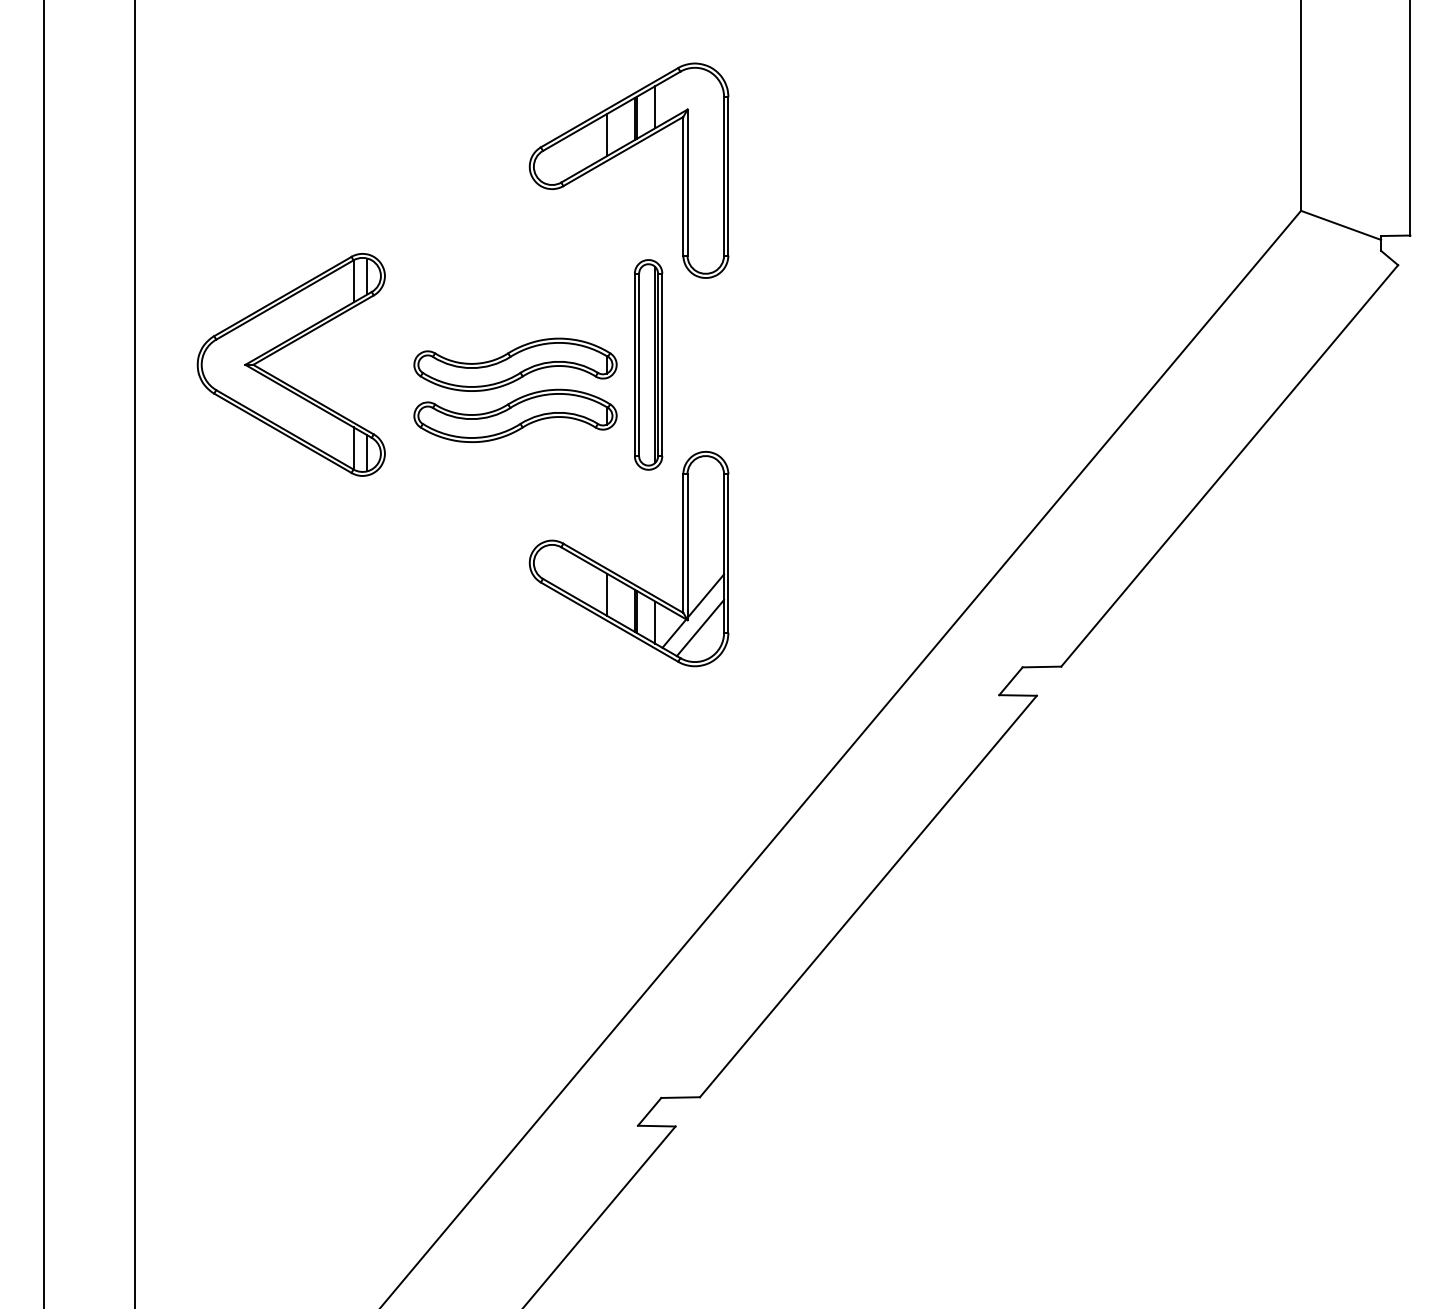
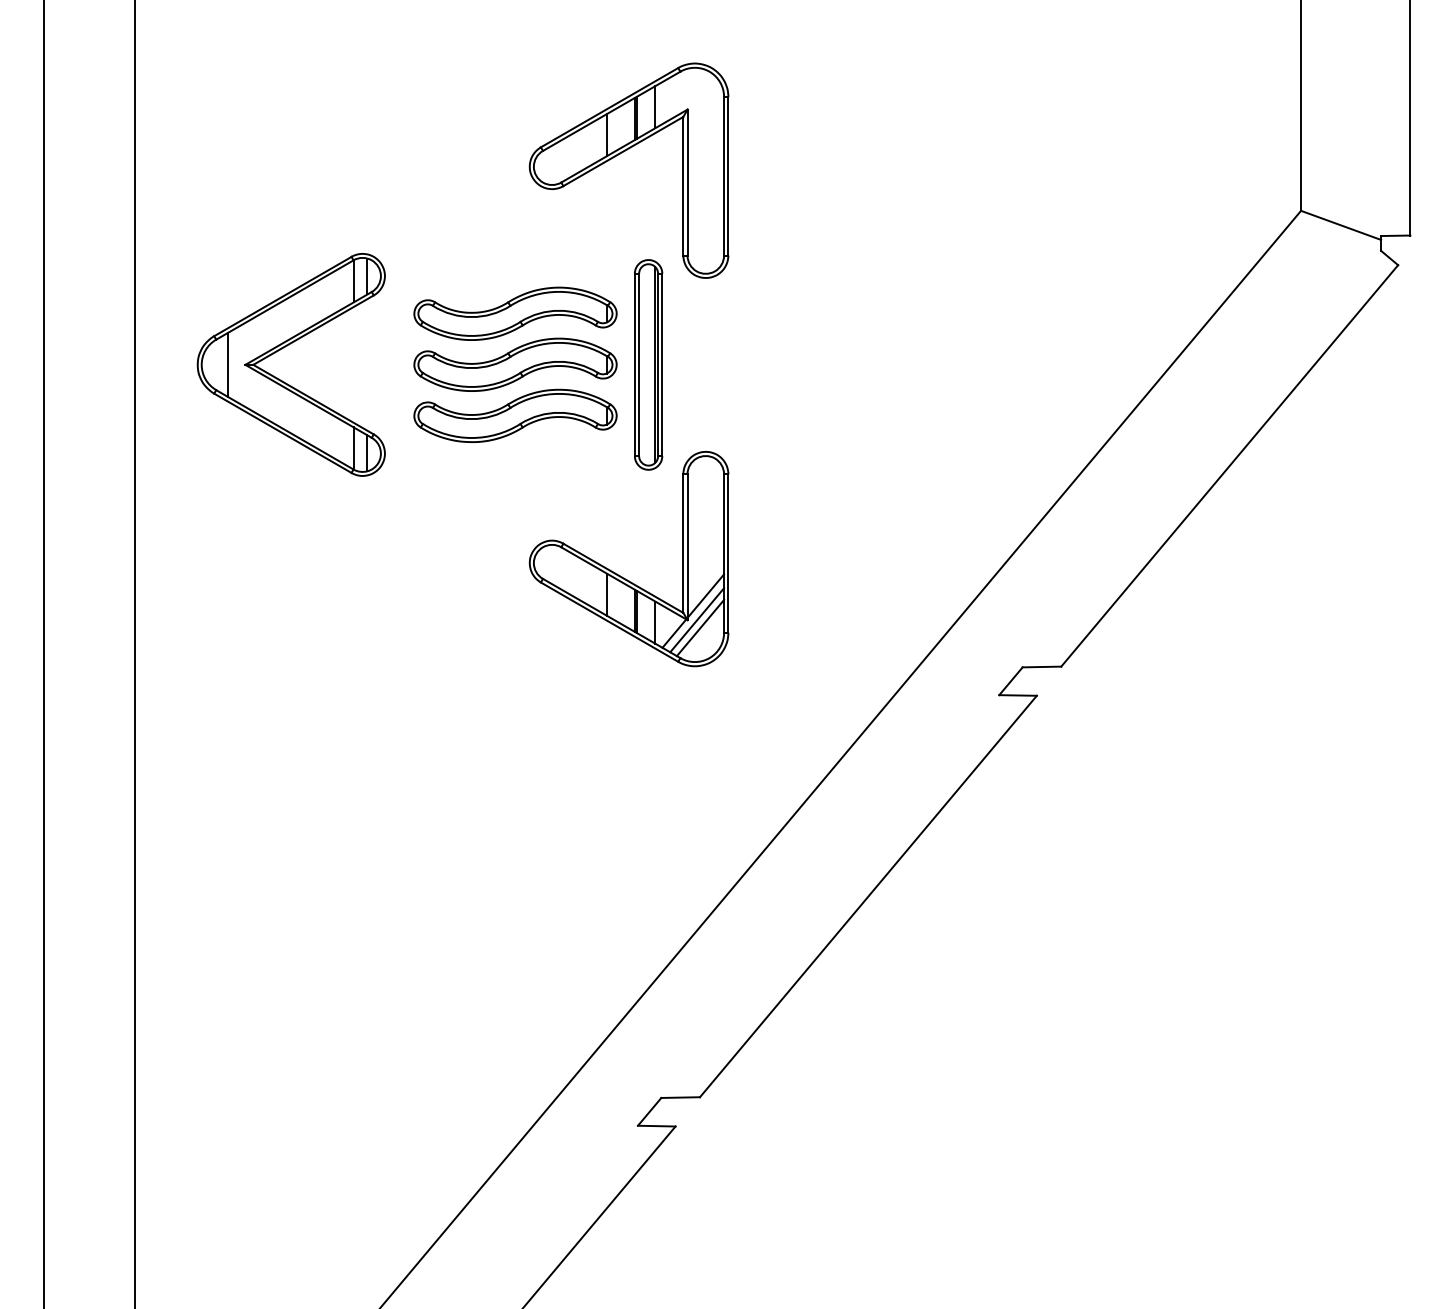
part at (515, 313): none -> present
line at (228, 364): none -> present
line at (697, 620): none -> present
